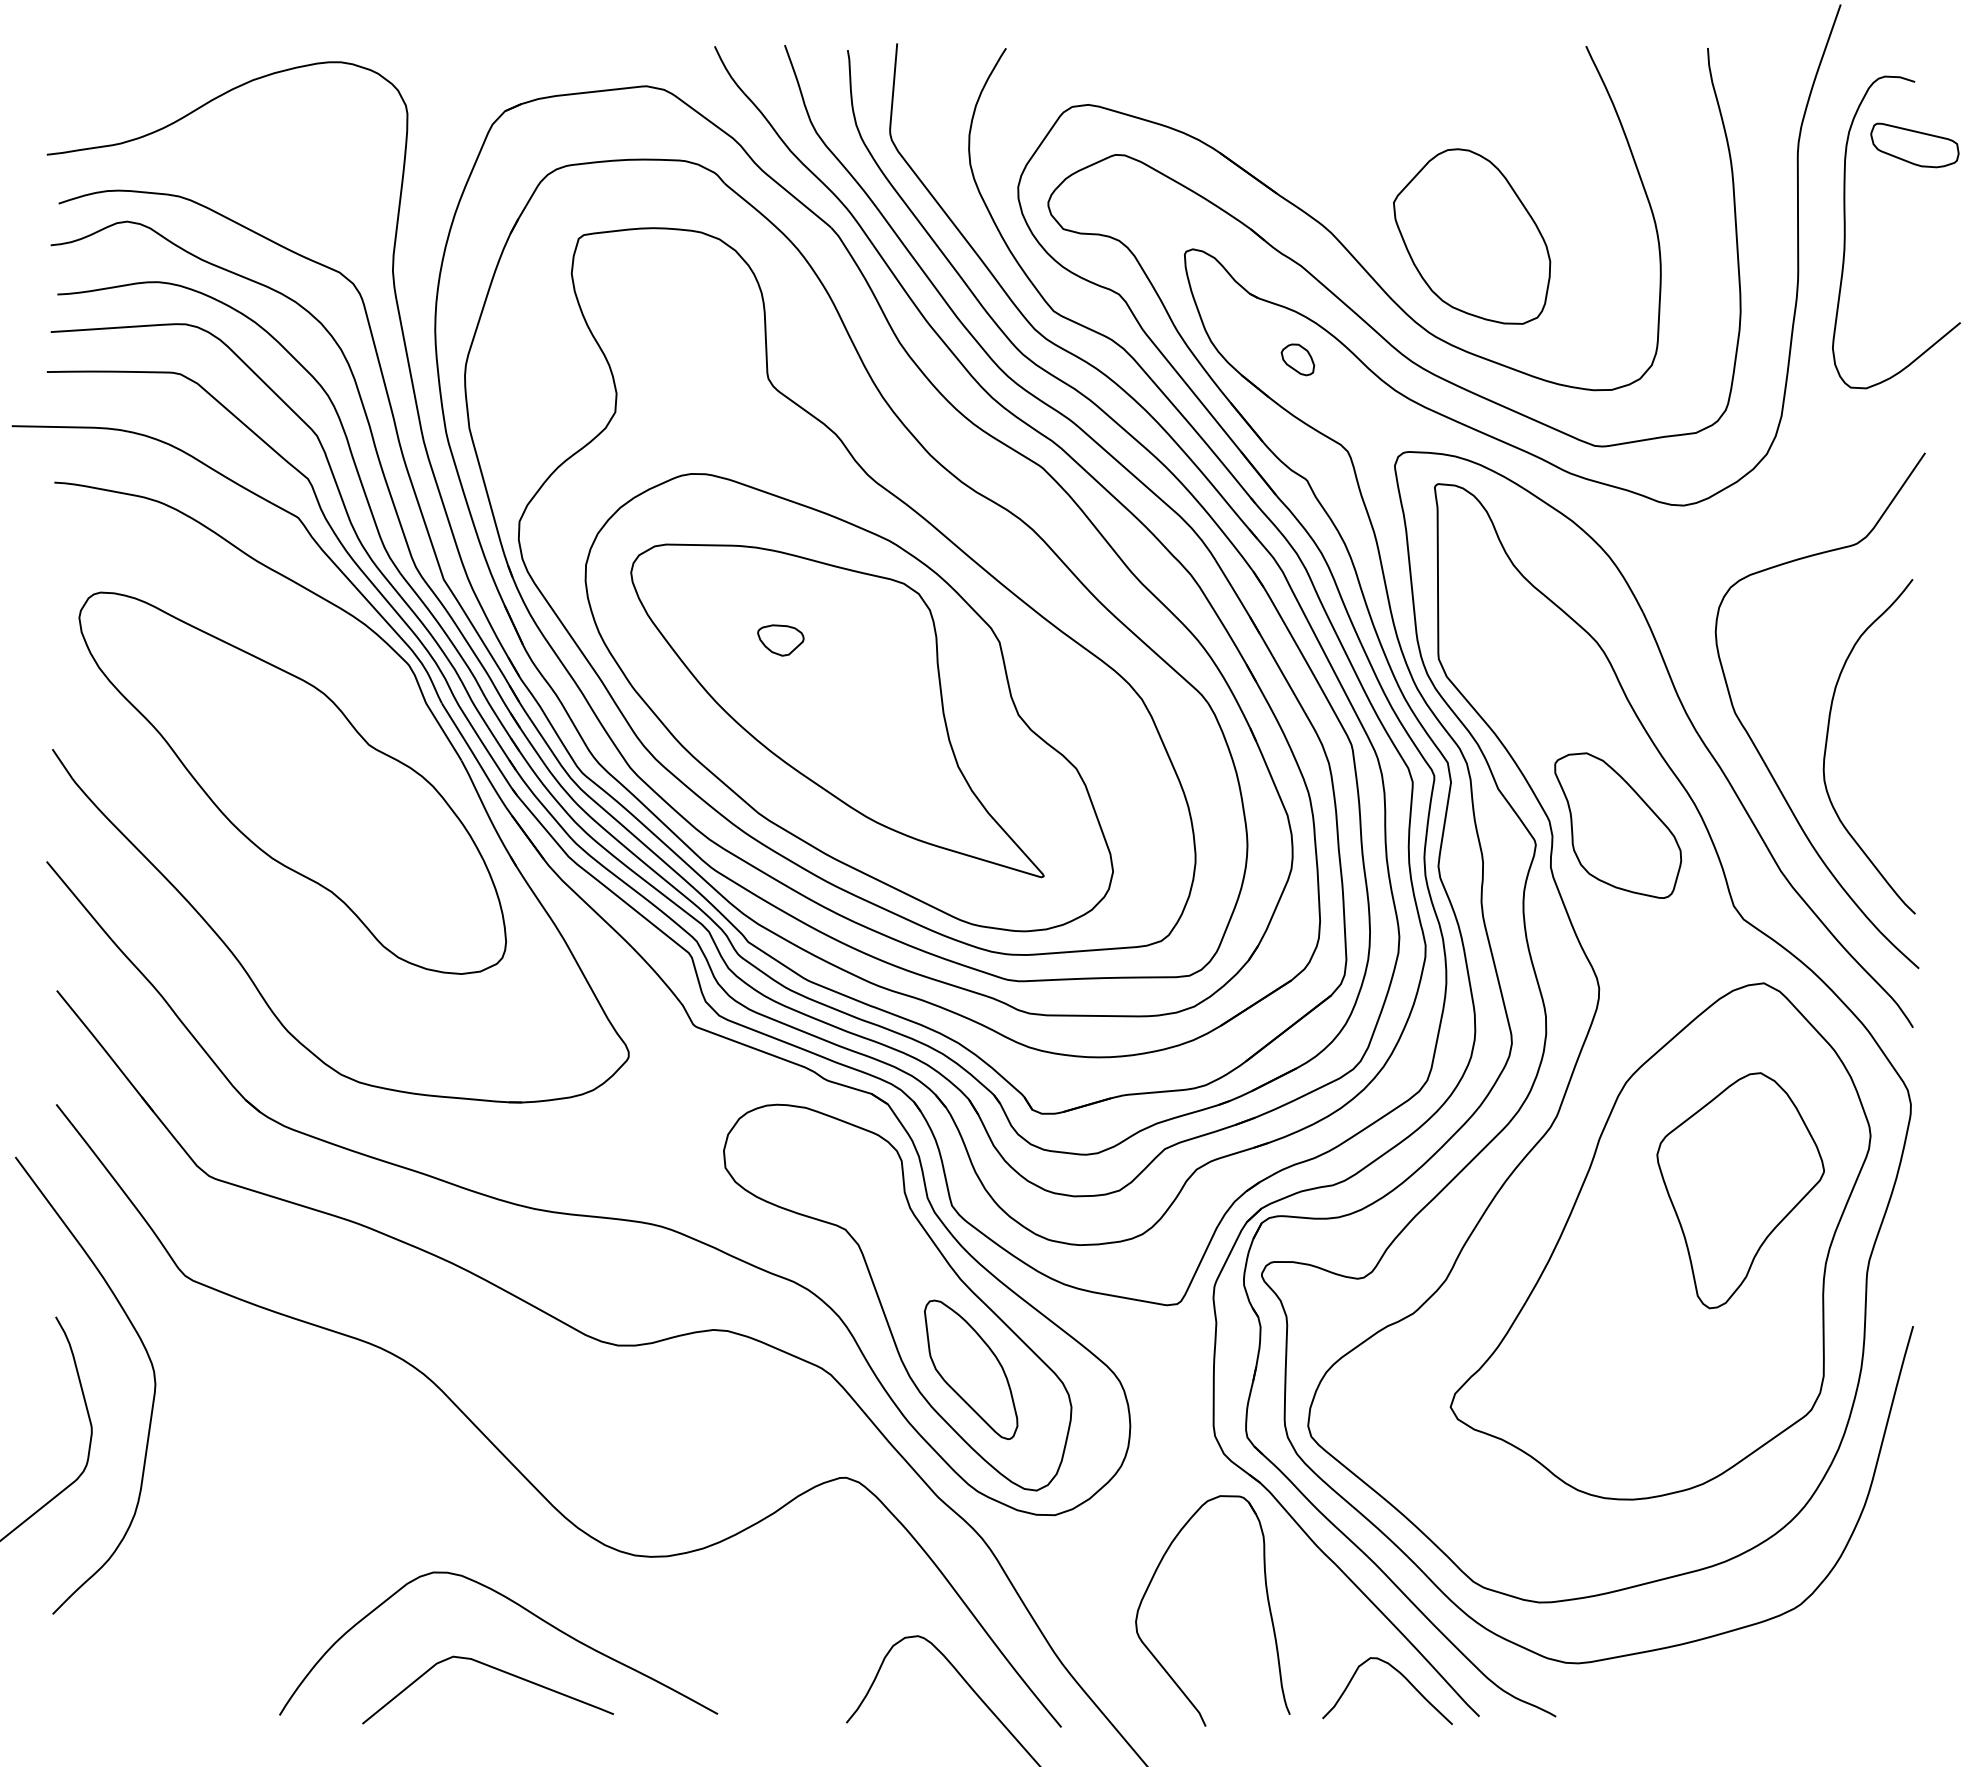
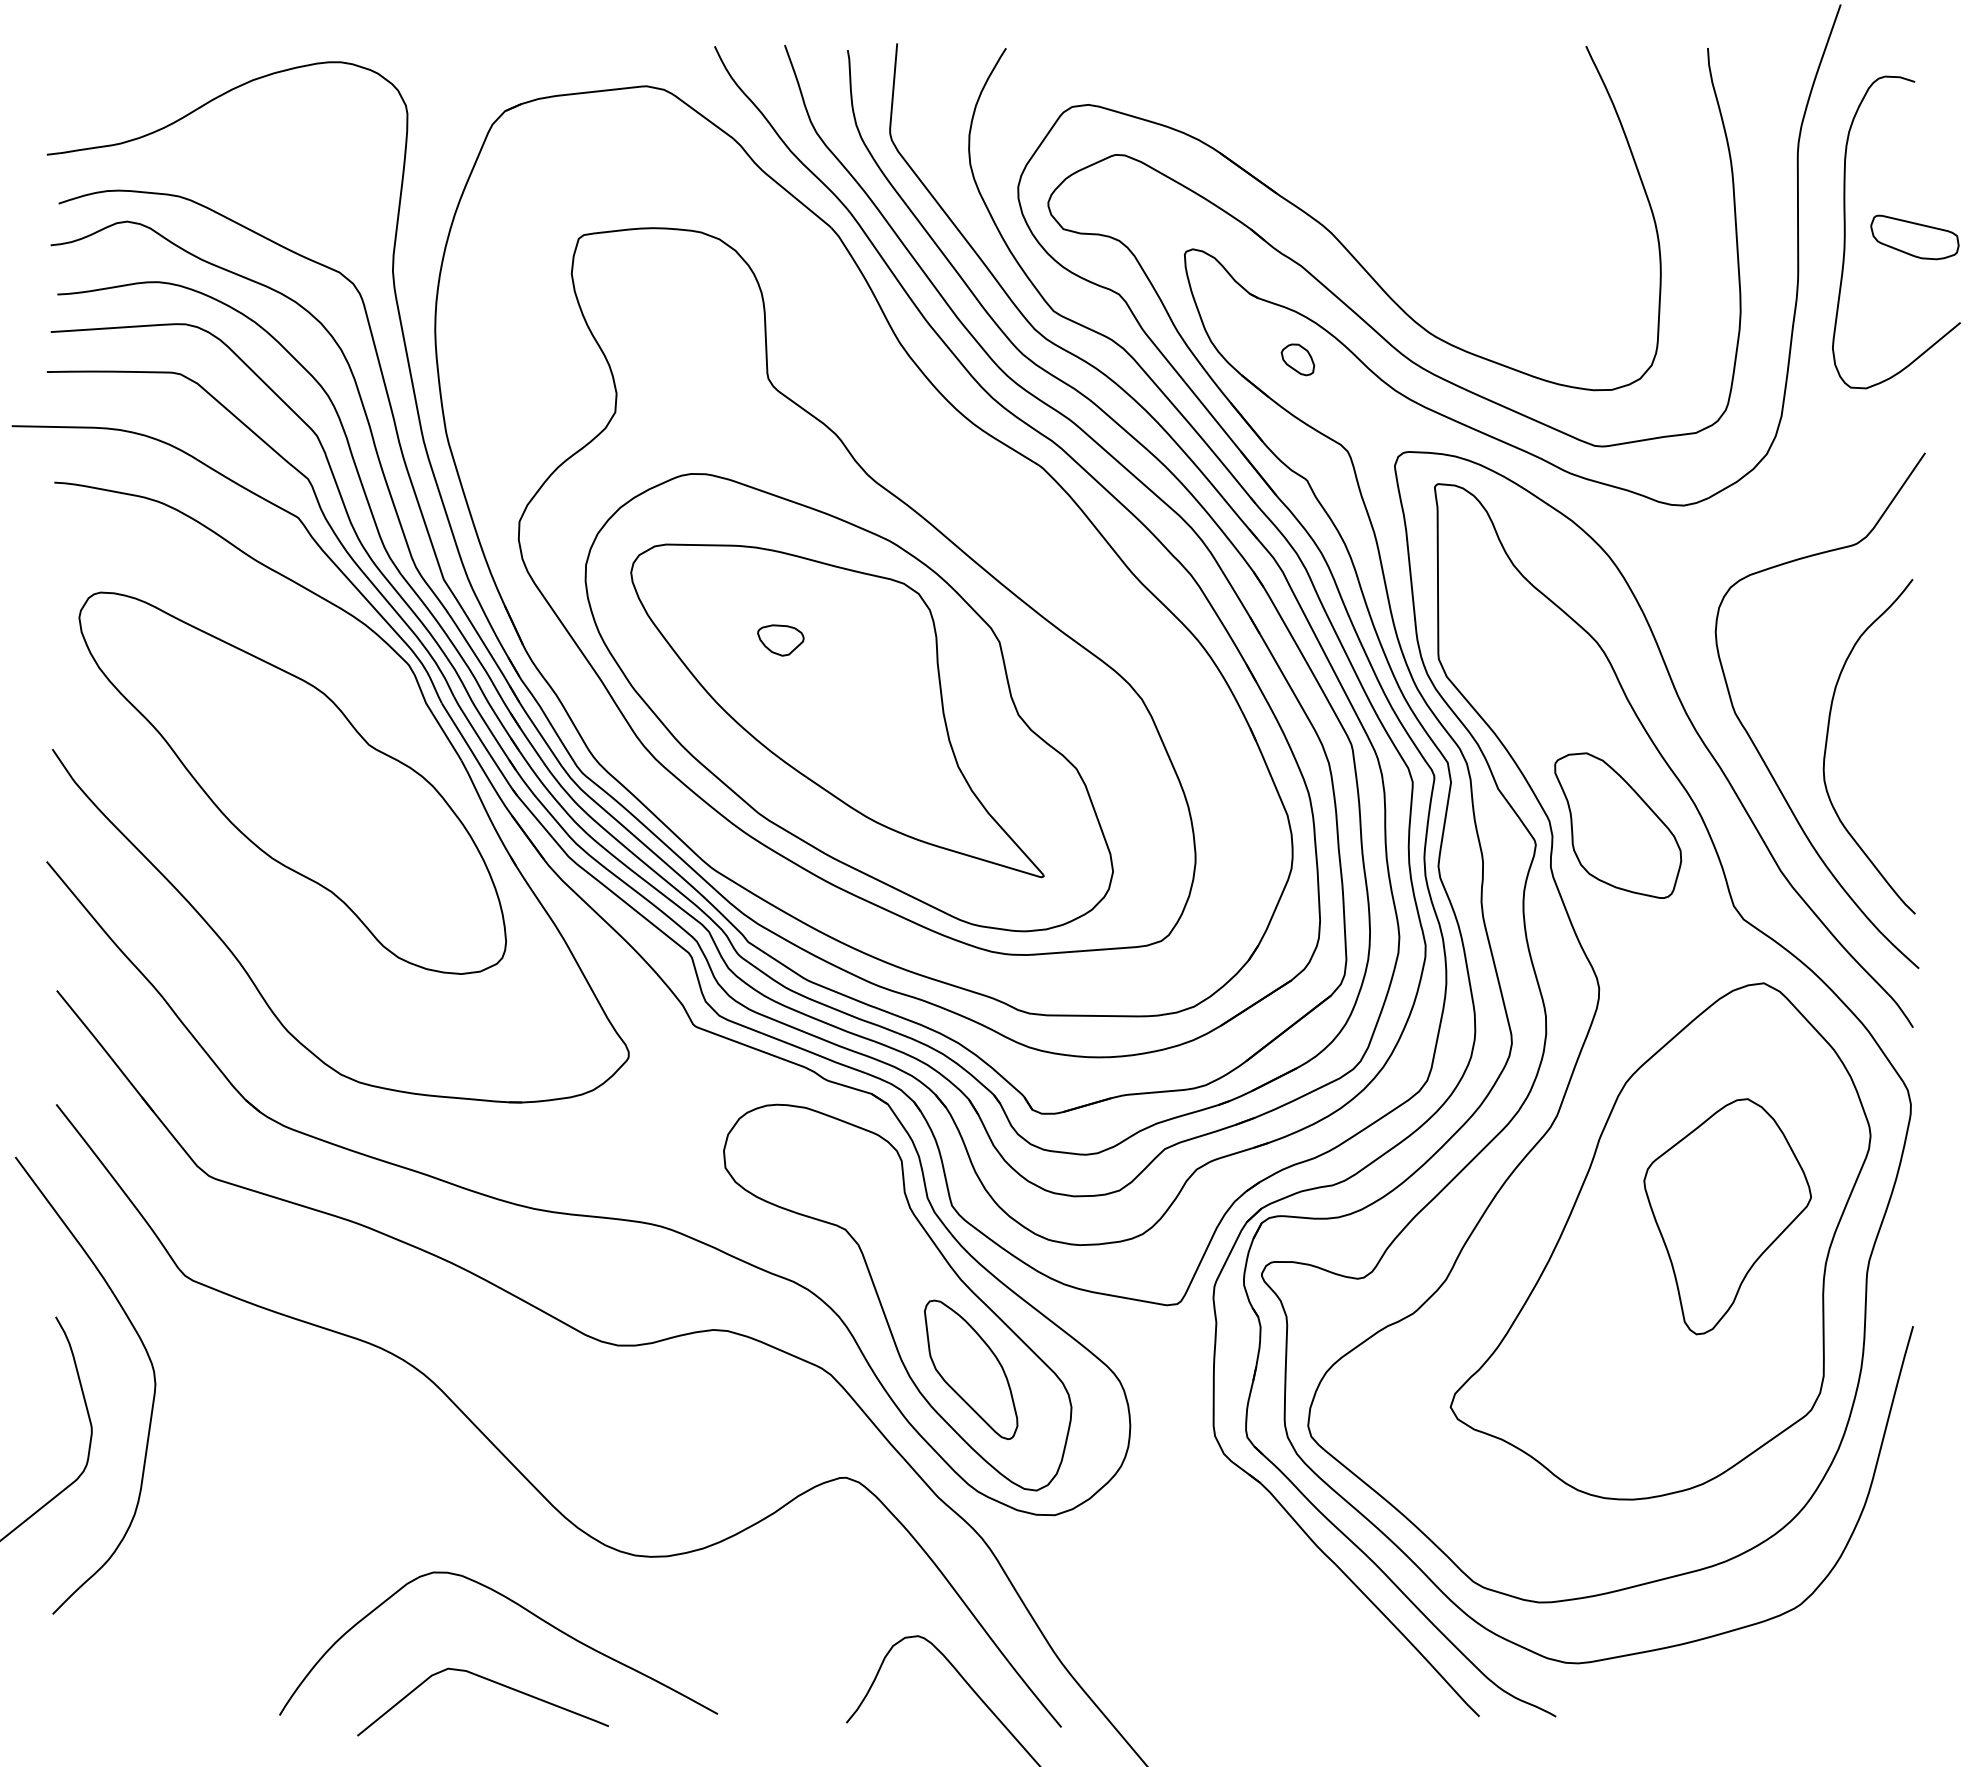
part at (1914, 145) position: (1914, 145) -> (1914, 237)
part at (1472, 236): present -> none
part at (856, 570): present -> none
part at (1740, 1190) position: (1740, 1190) -> (1727, 1216)
part at (1267, 1602): present -> none
curve at (497, 1670) position: (497, 1670) -> (492, 1682)
curve at (1401, 1675): present -> none
